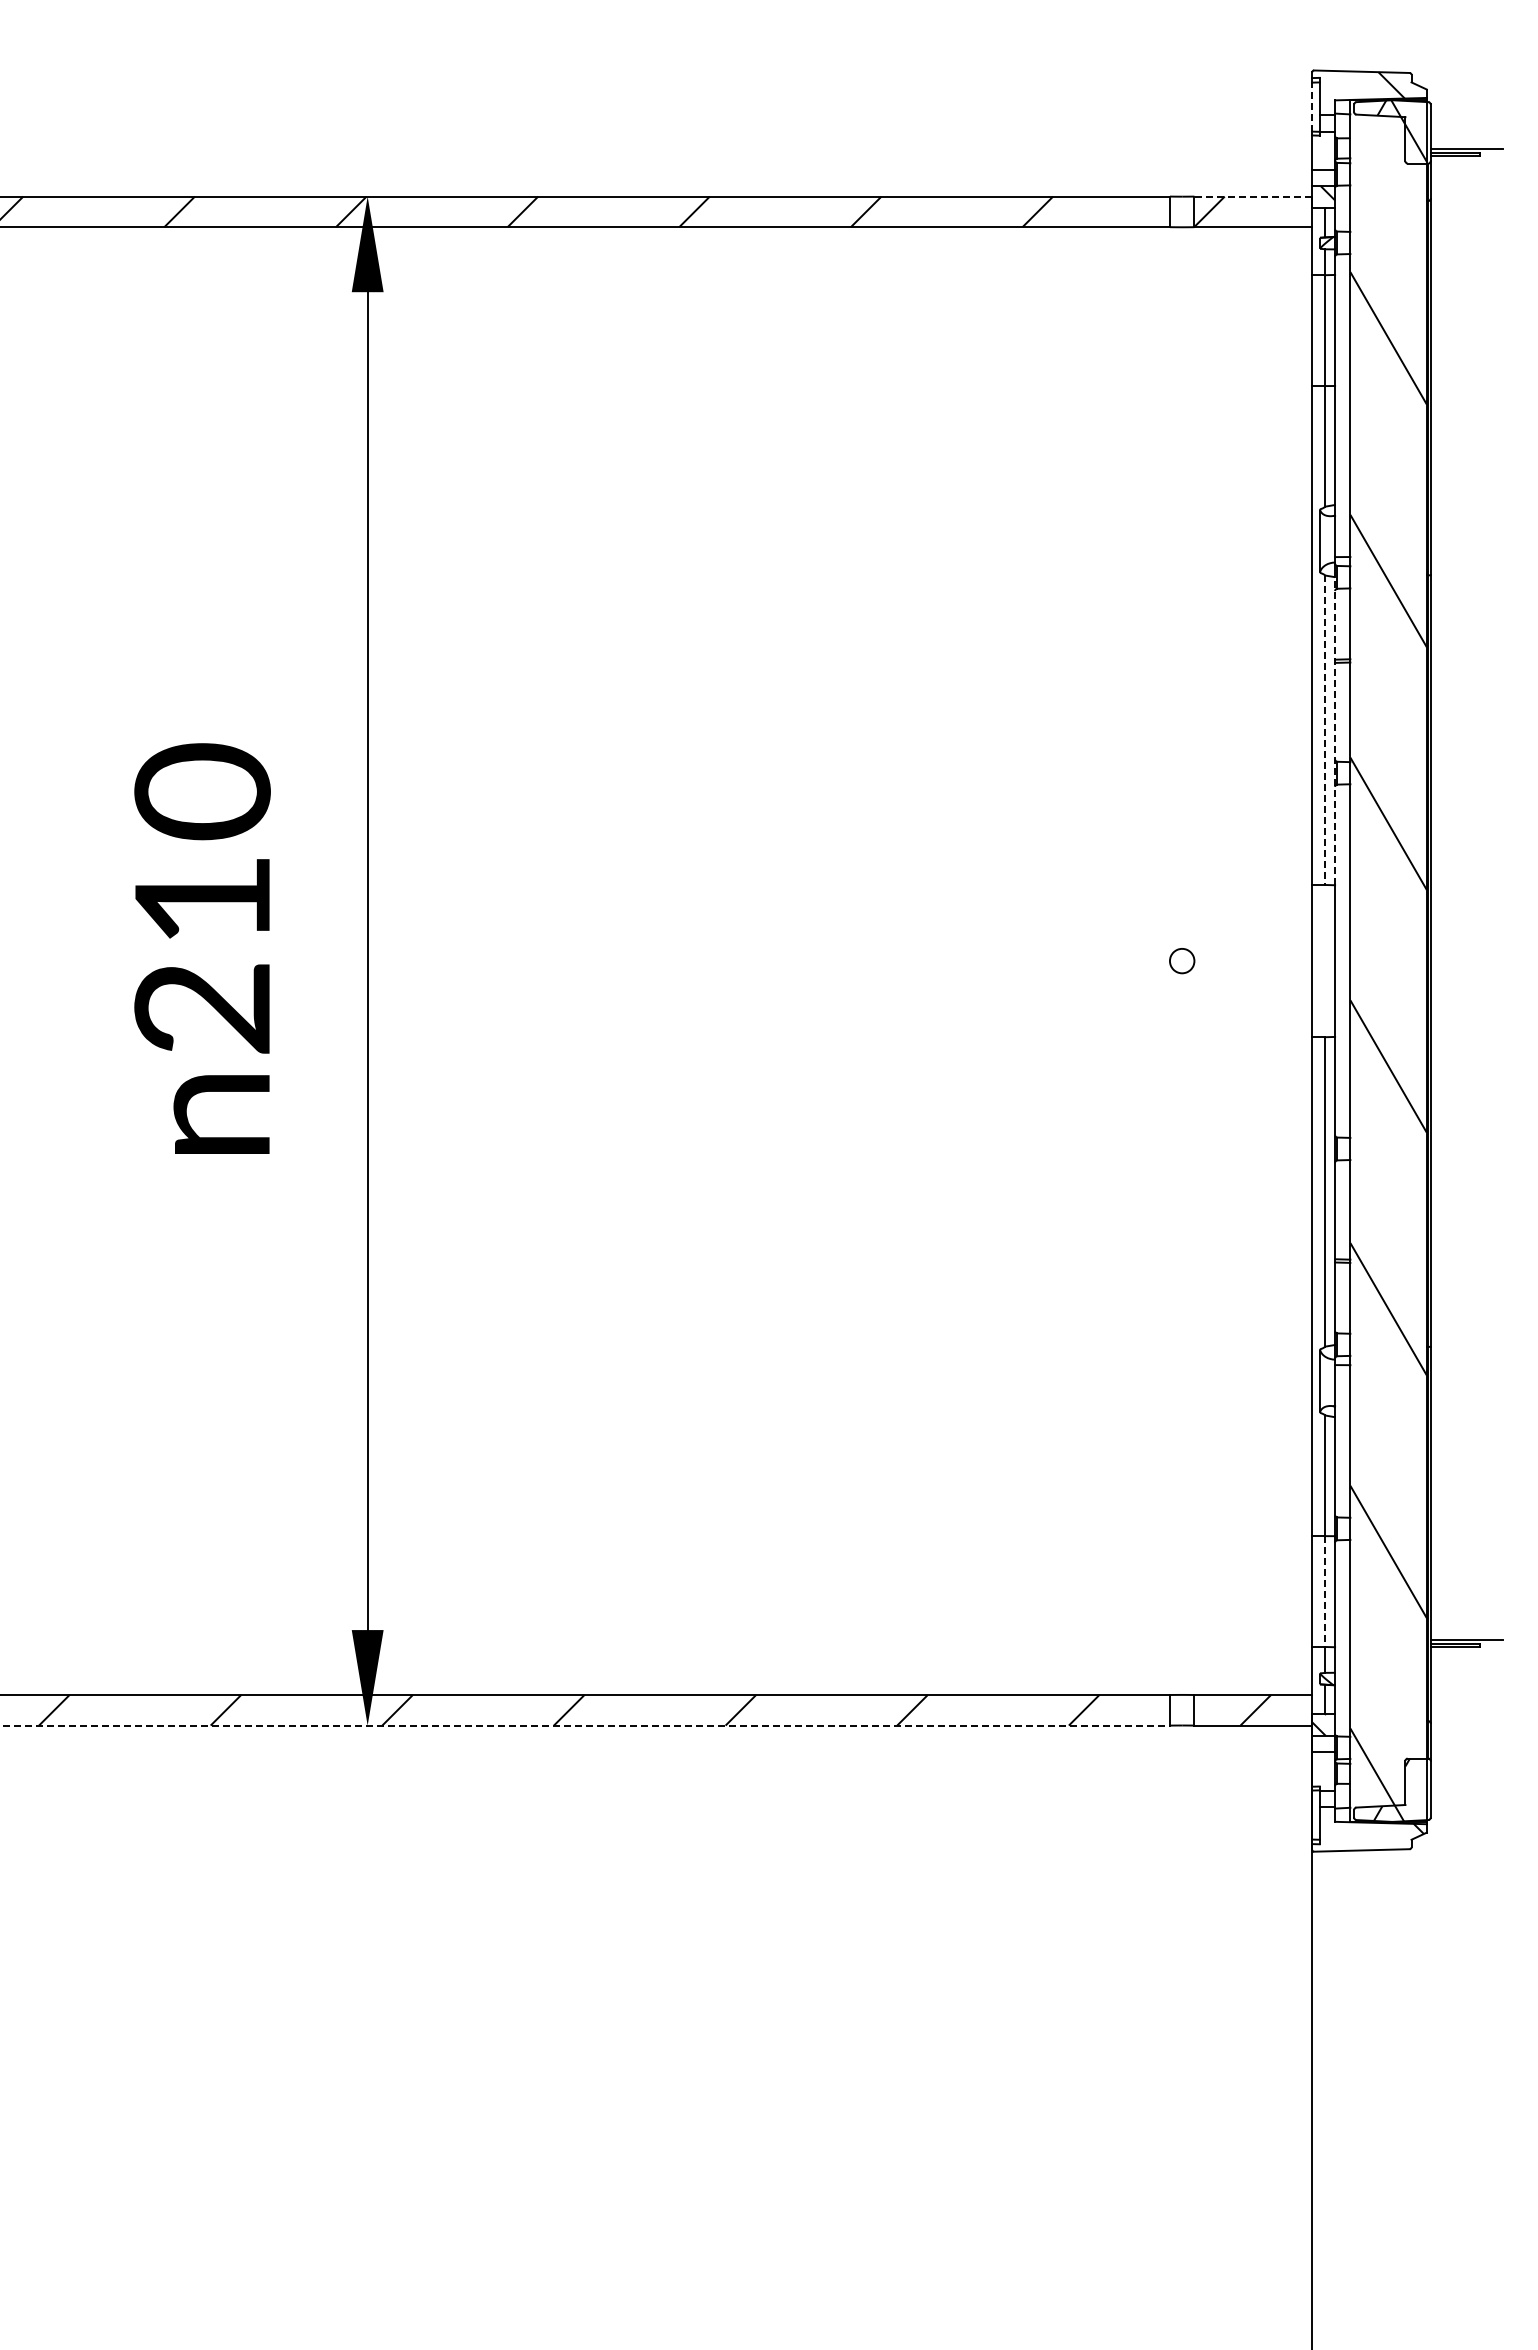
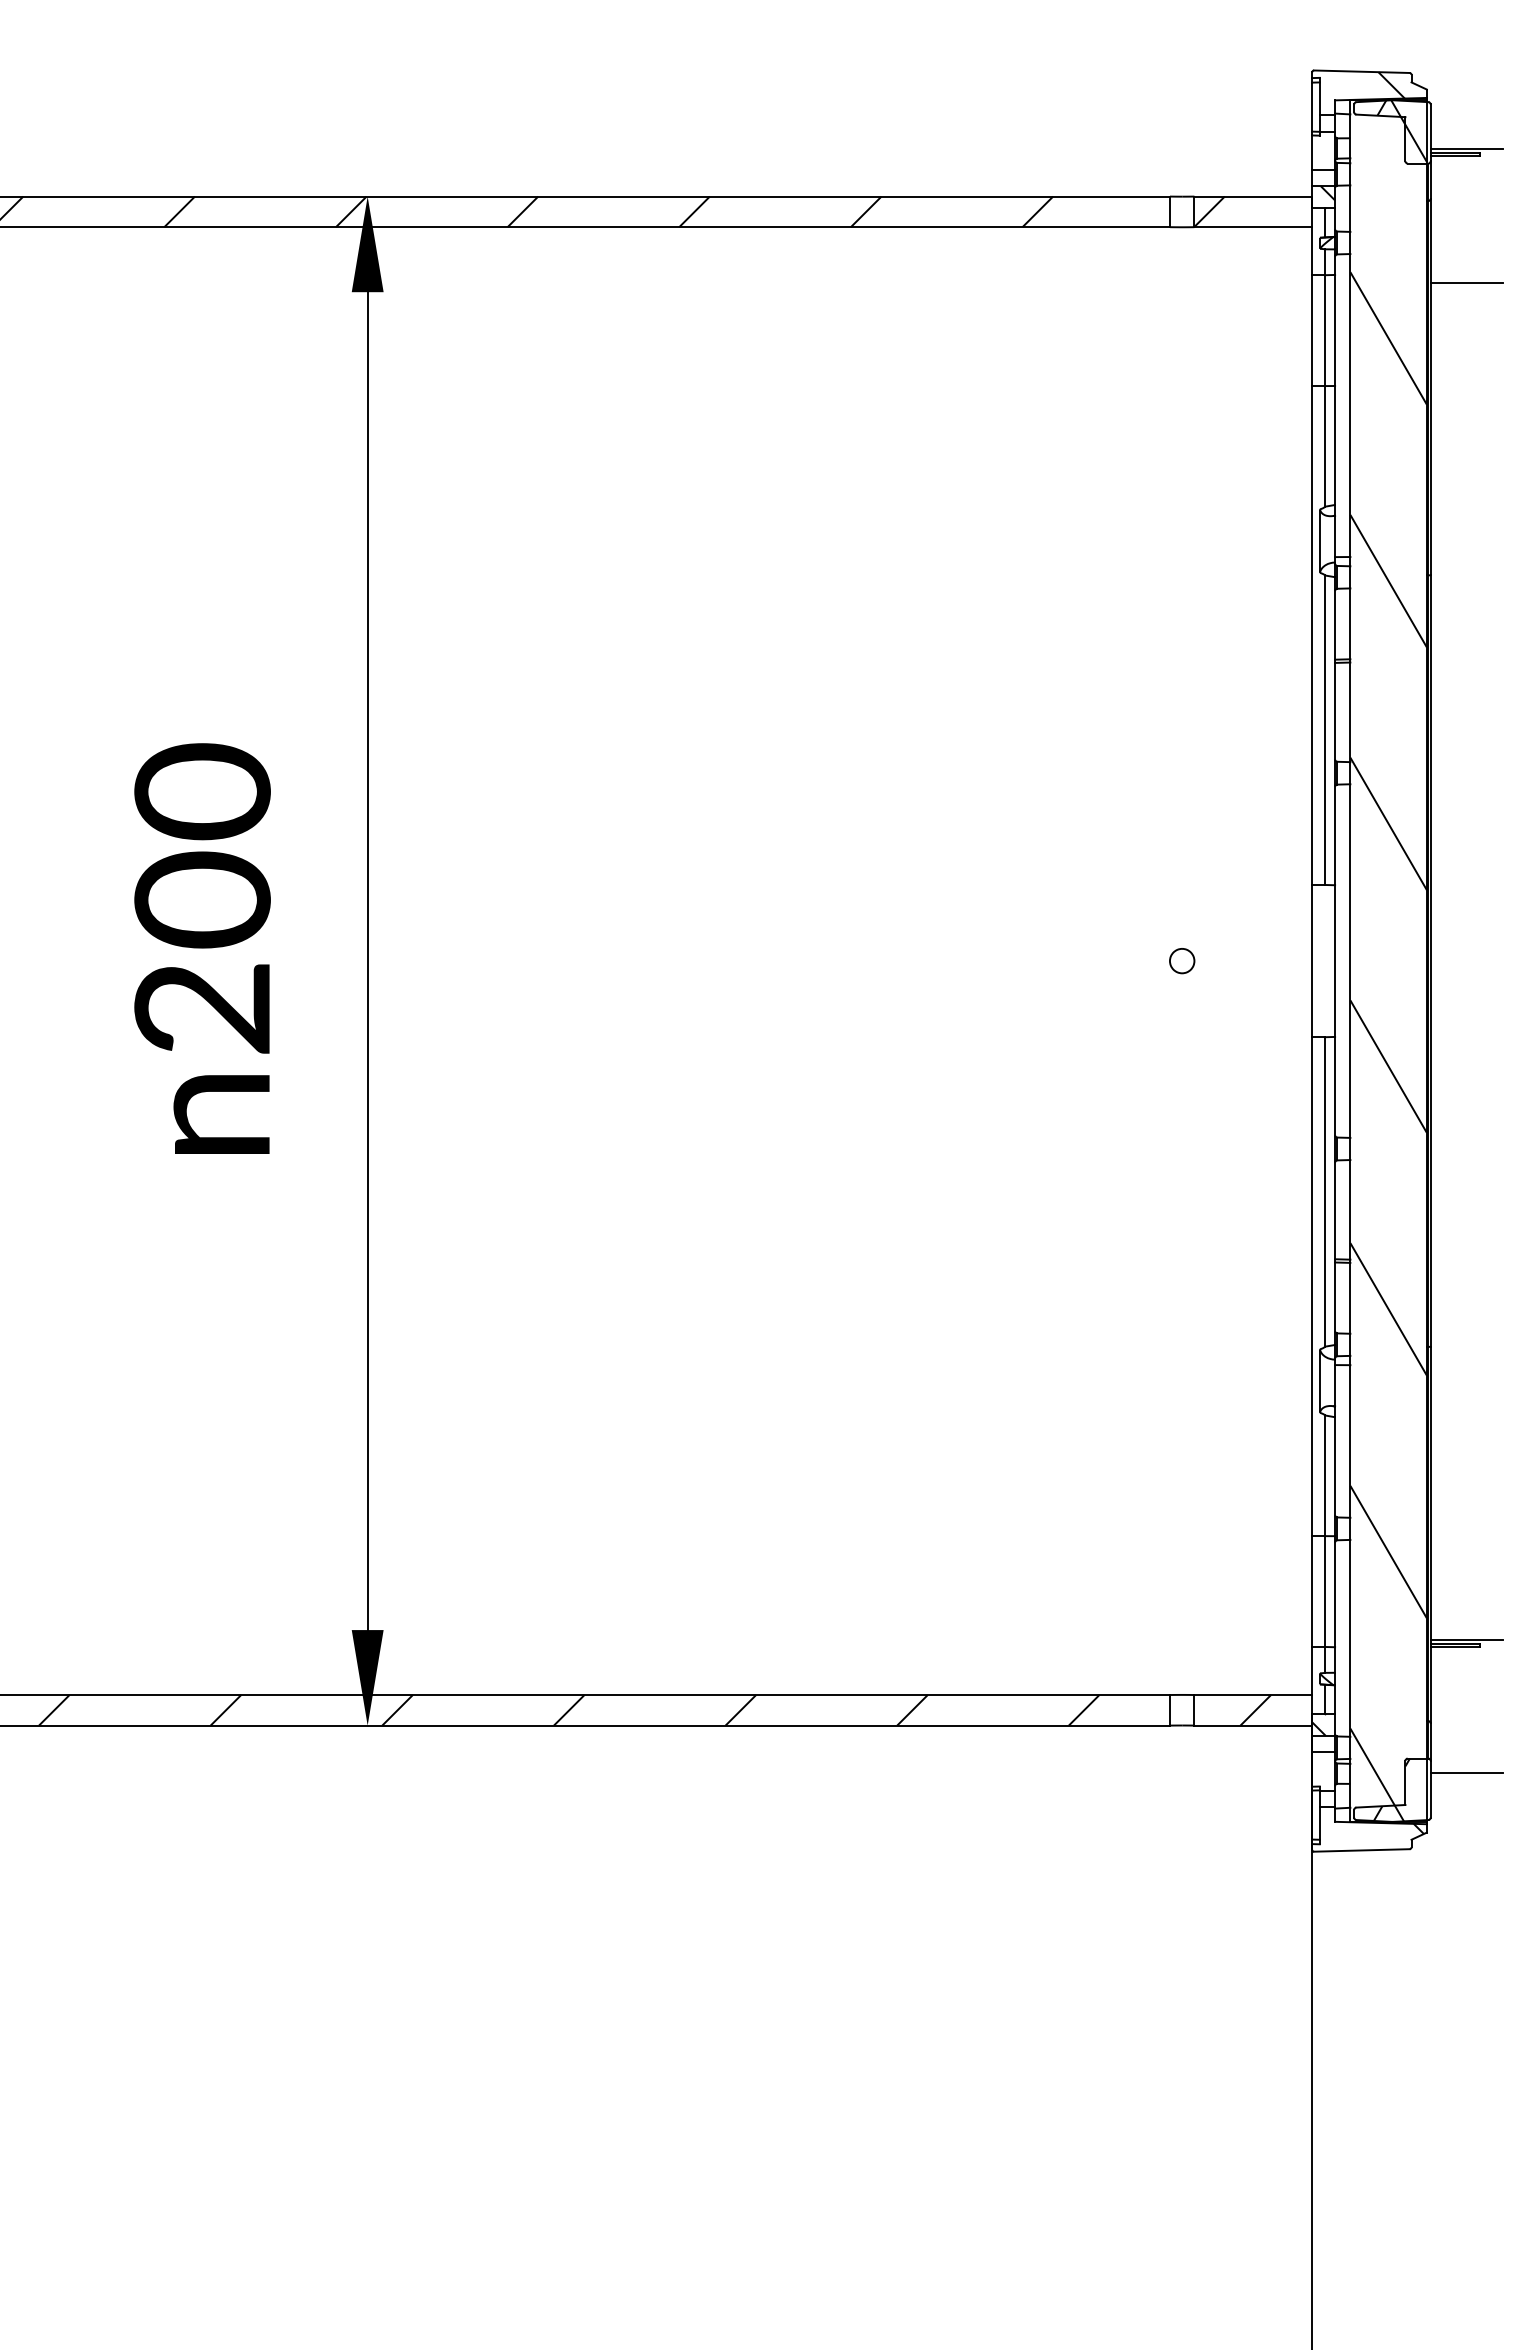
line at (1312, 106): dashed -> solid
line at (1253, 196): dashed -> solid
line at (1466, 282): none -> present
line at (1324, 730): dashed -> solid
line at (1335, 730): dashed -> solid
text at (202, 899): 210 -> 200
line at (1324, 1592): dashed -> solid
line at (585, 1725): dashed -> solid
line at (1466, 1773): none -> present
